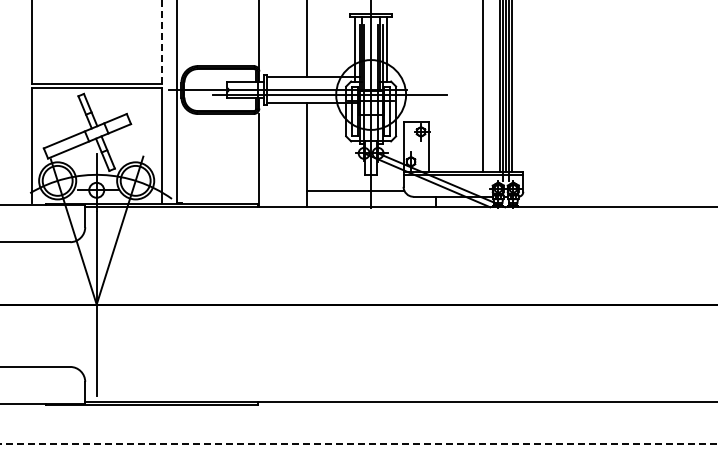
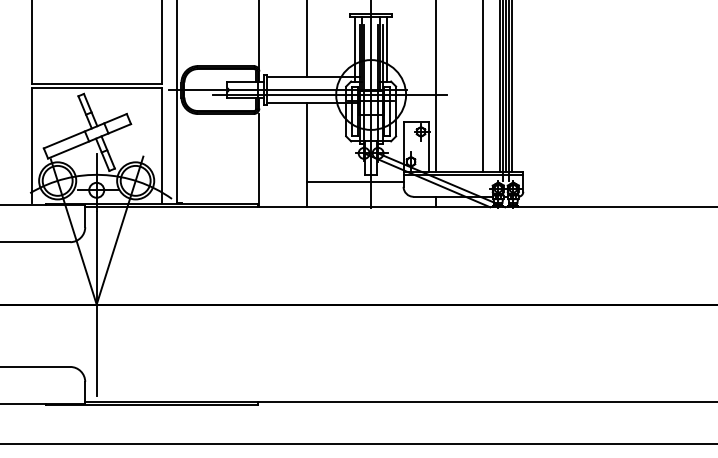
line at (161, 42): dashed -> solid
line at (435, 86): none -> present
line at (354, 191) position: (354, 191) -> (354, 182)
line at (359, 444): dashed -> solid
